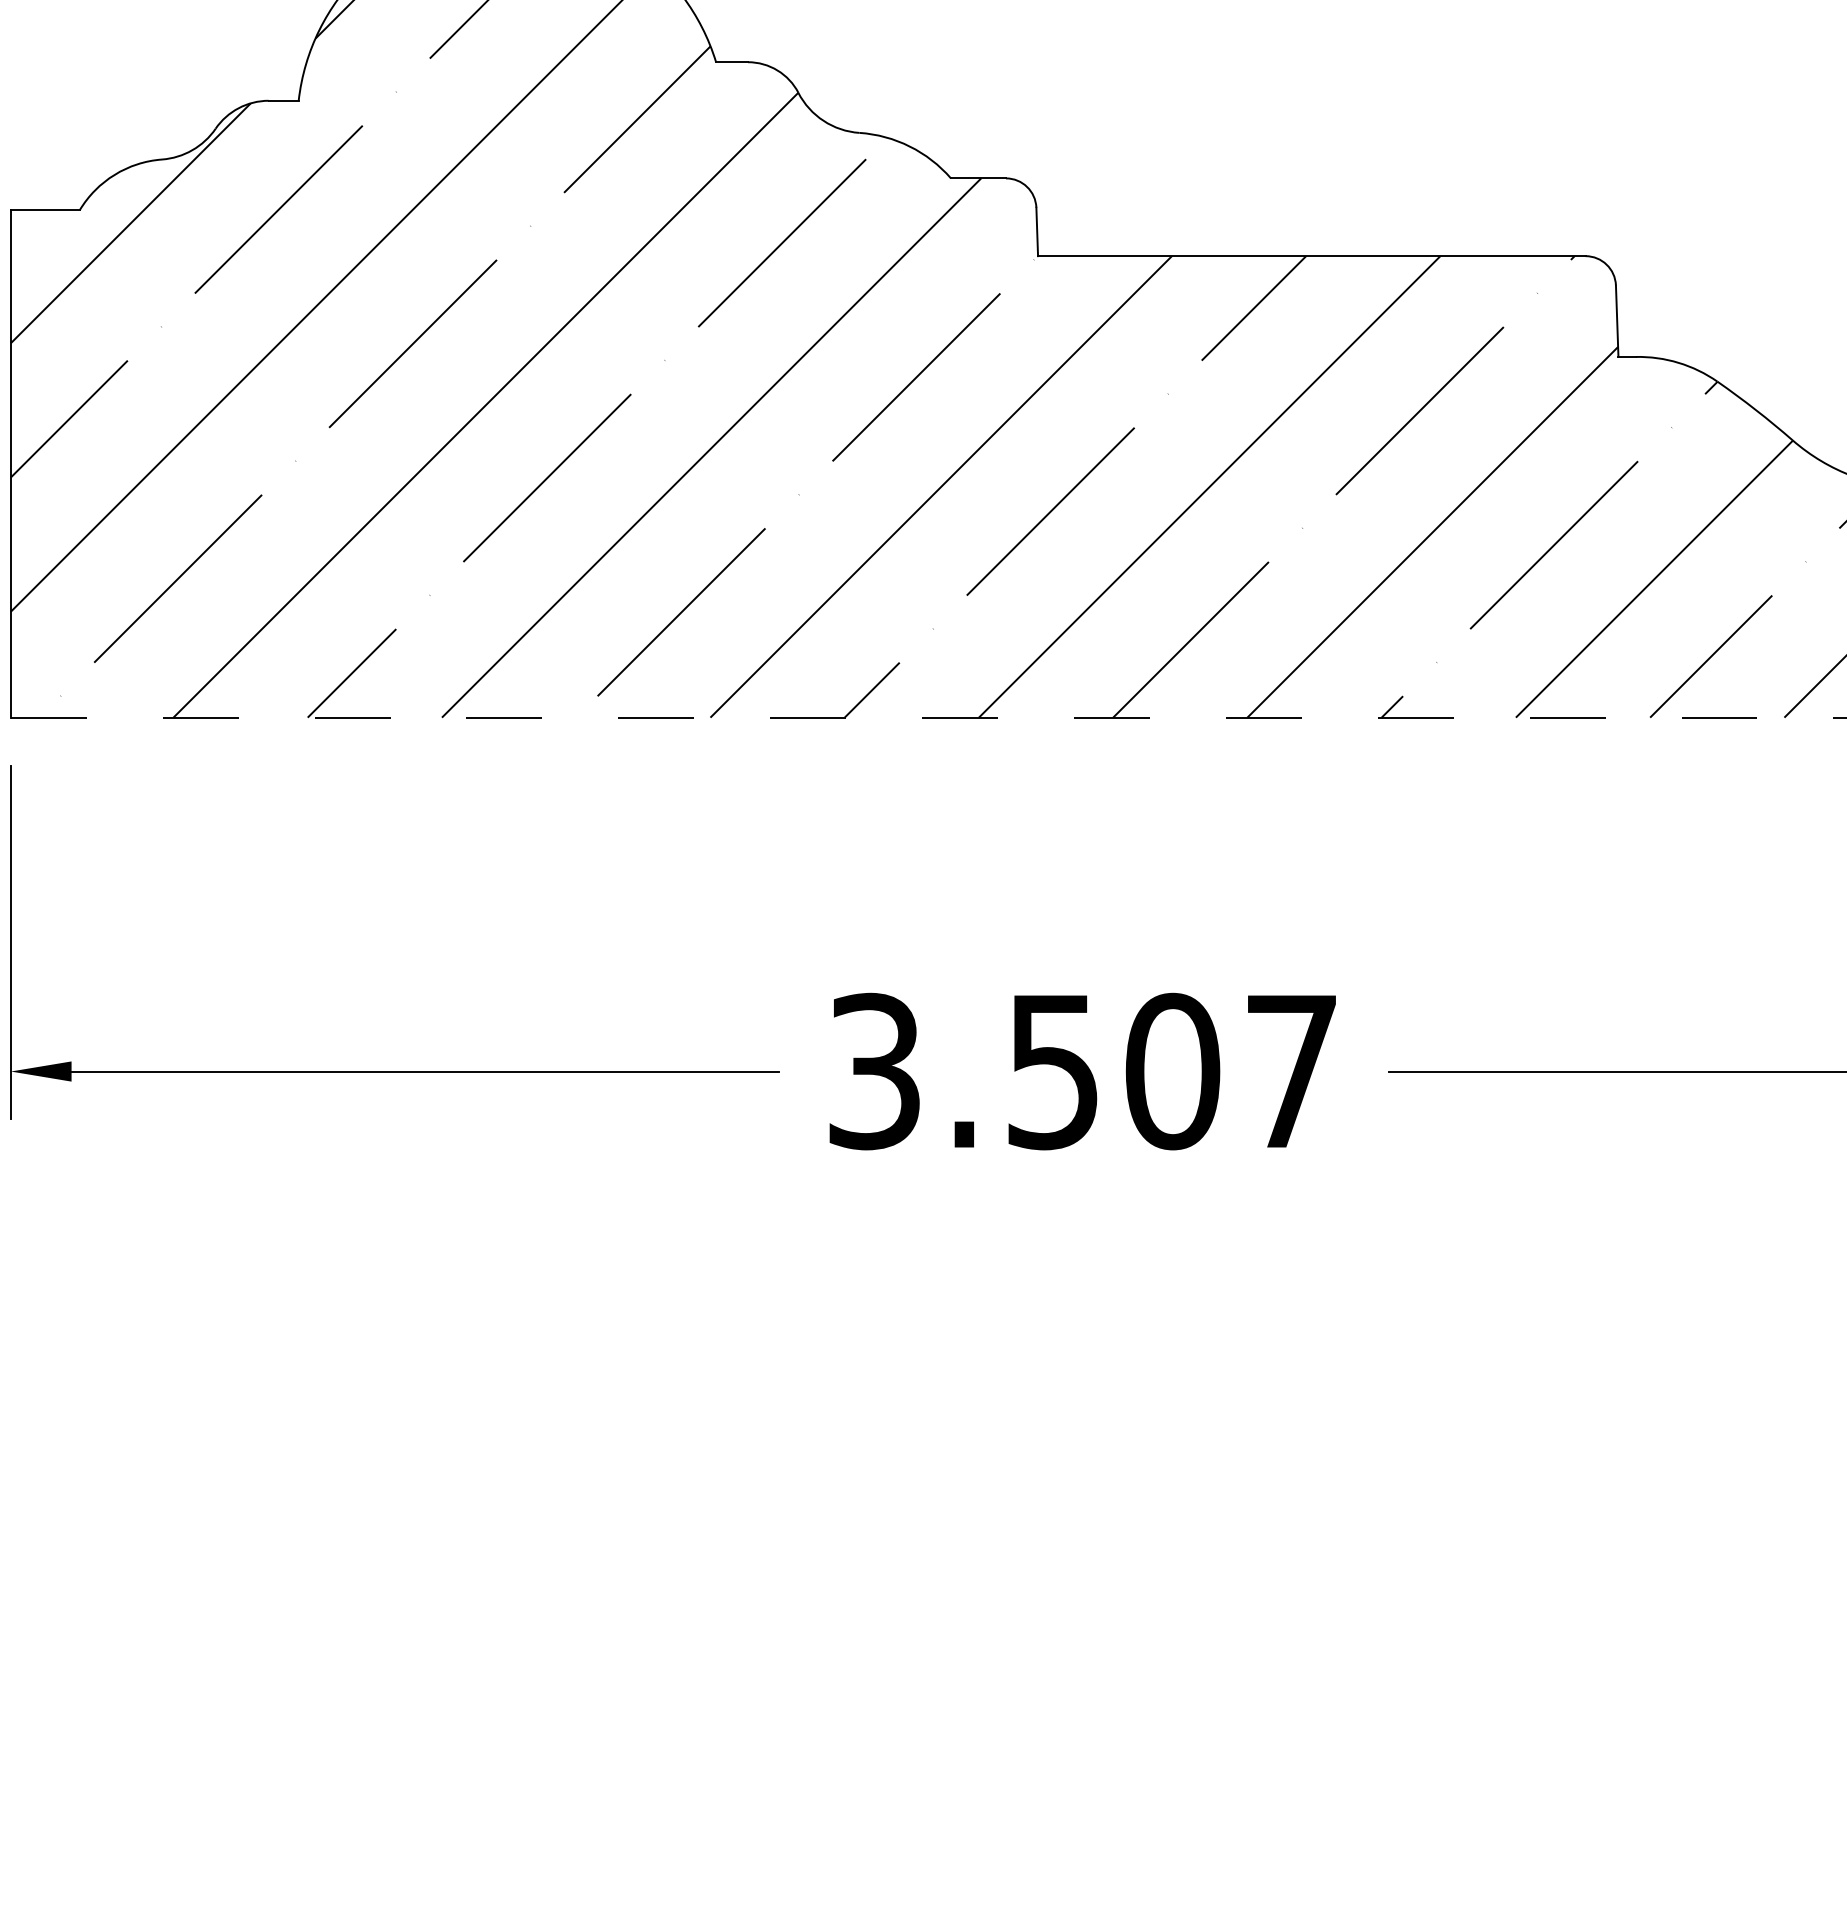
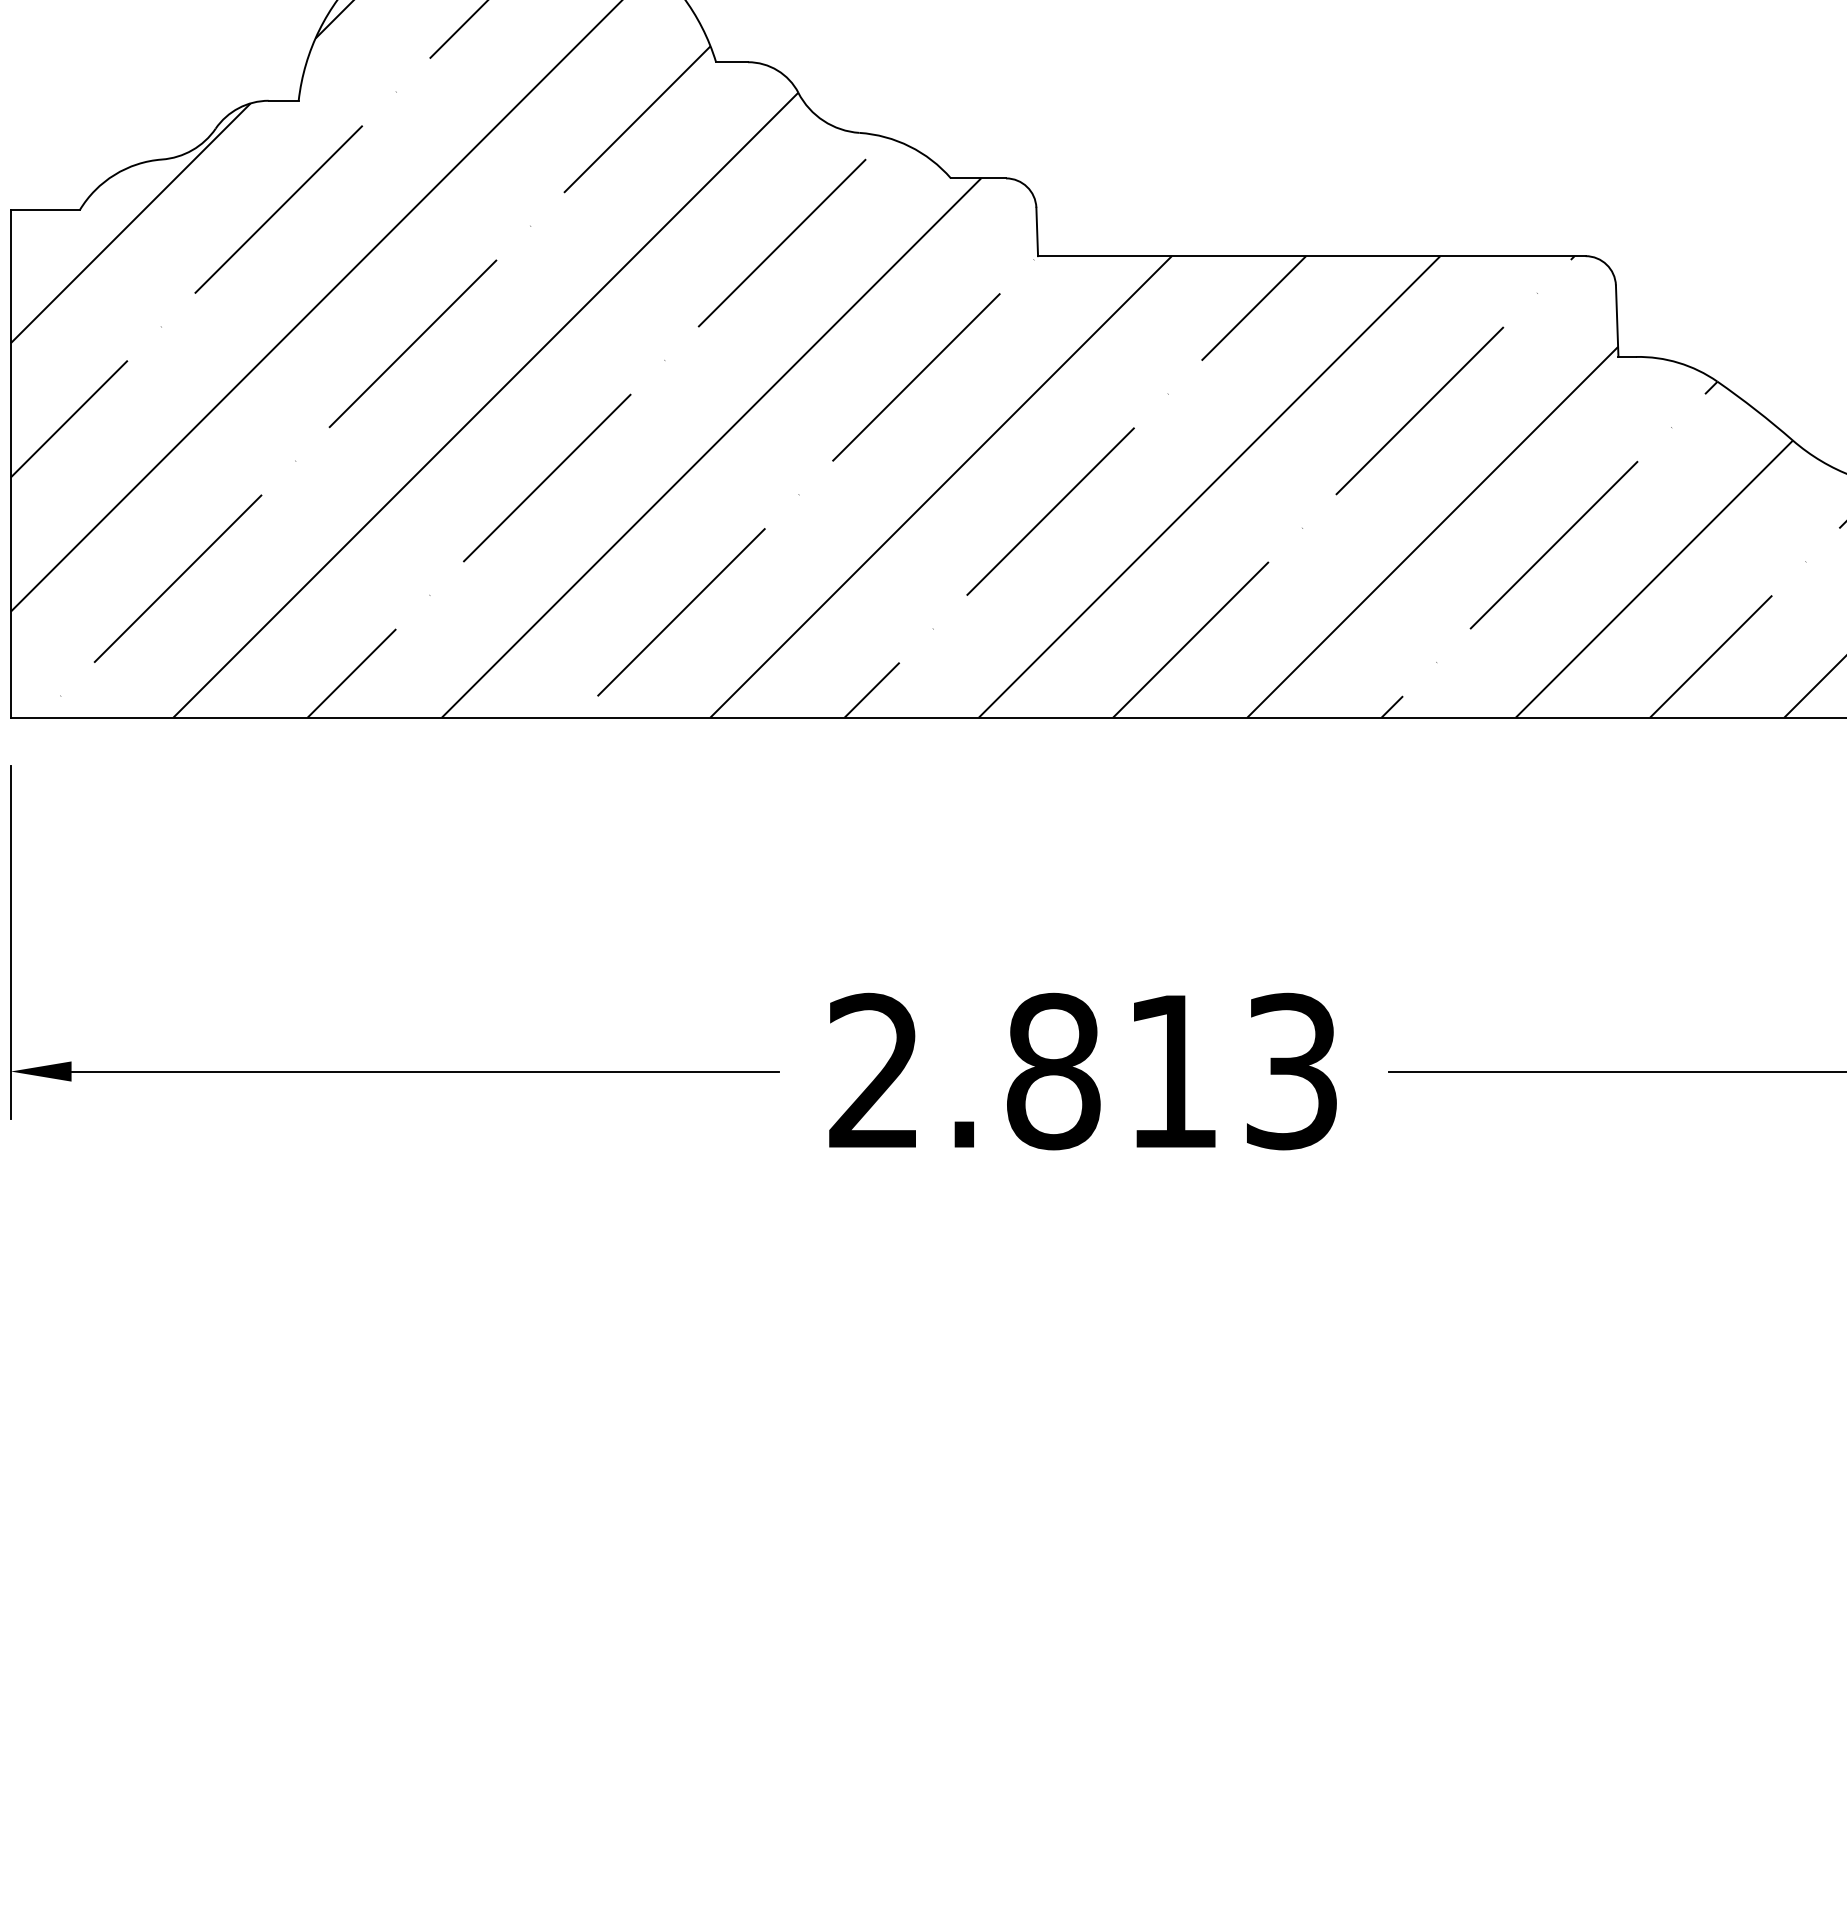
line at (928, 717): dashed -> solid
text at (1082, 1071): 3.507 -> 2.813
